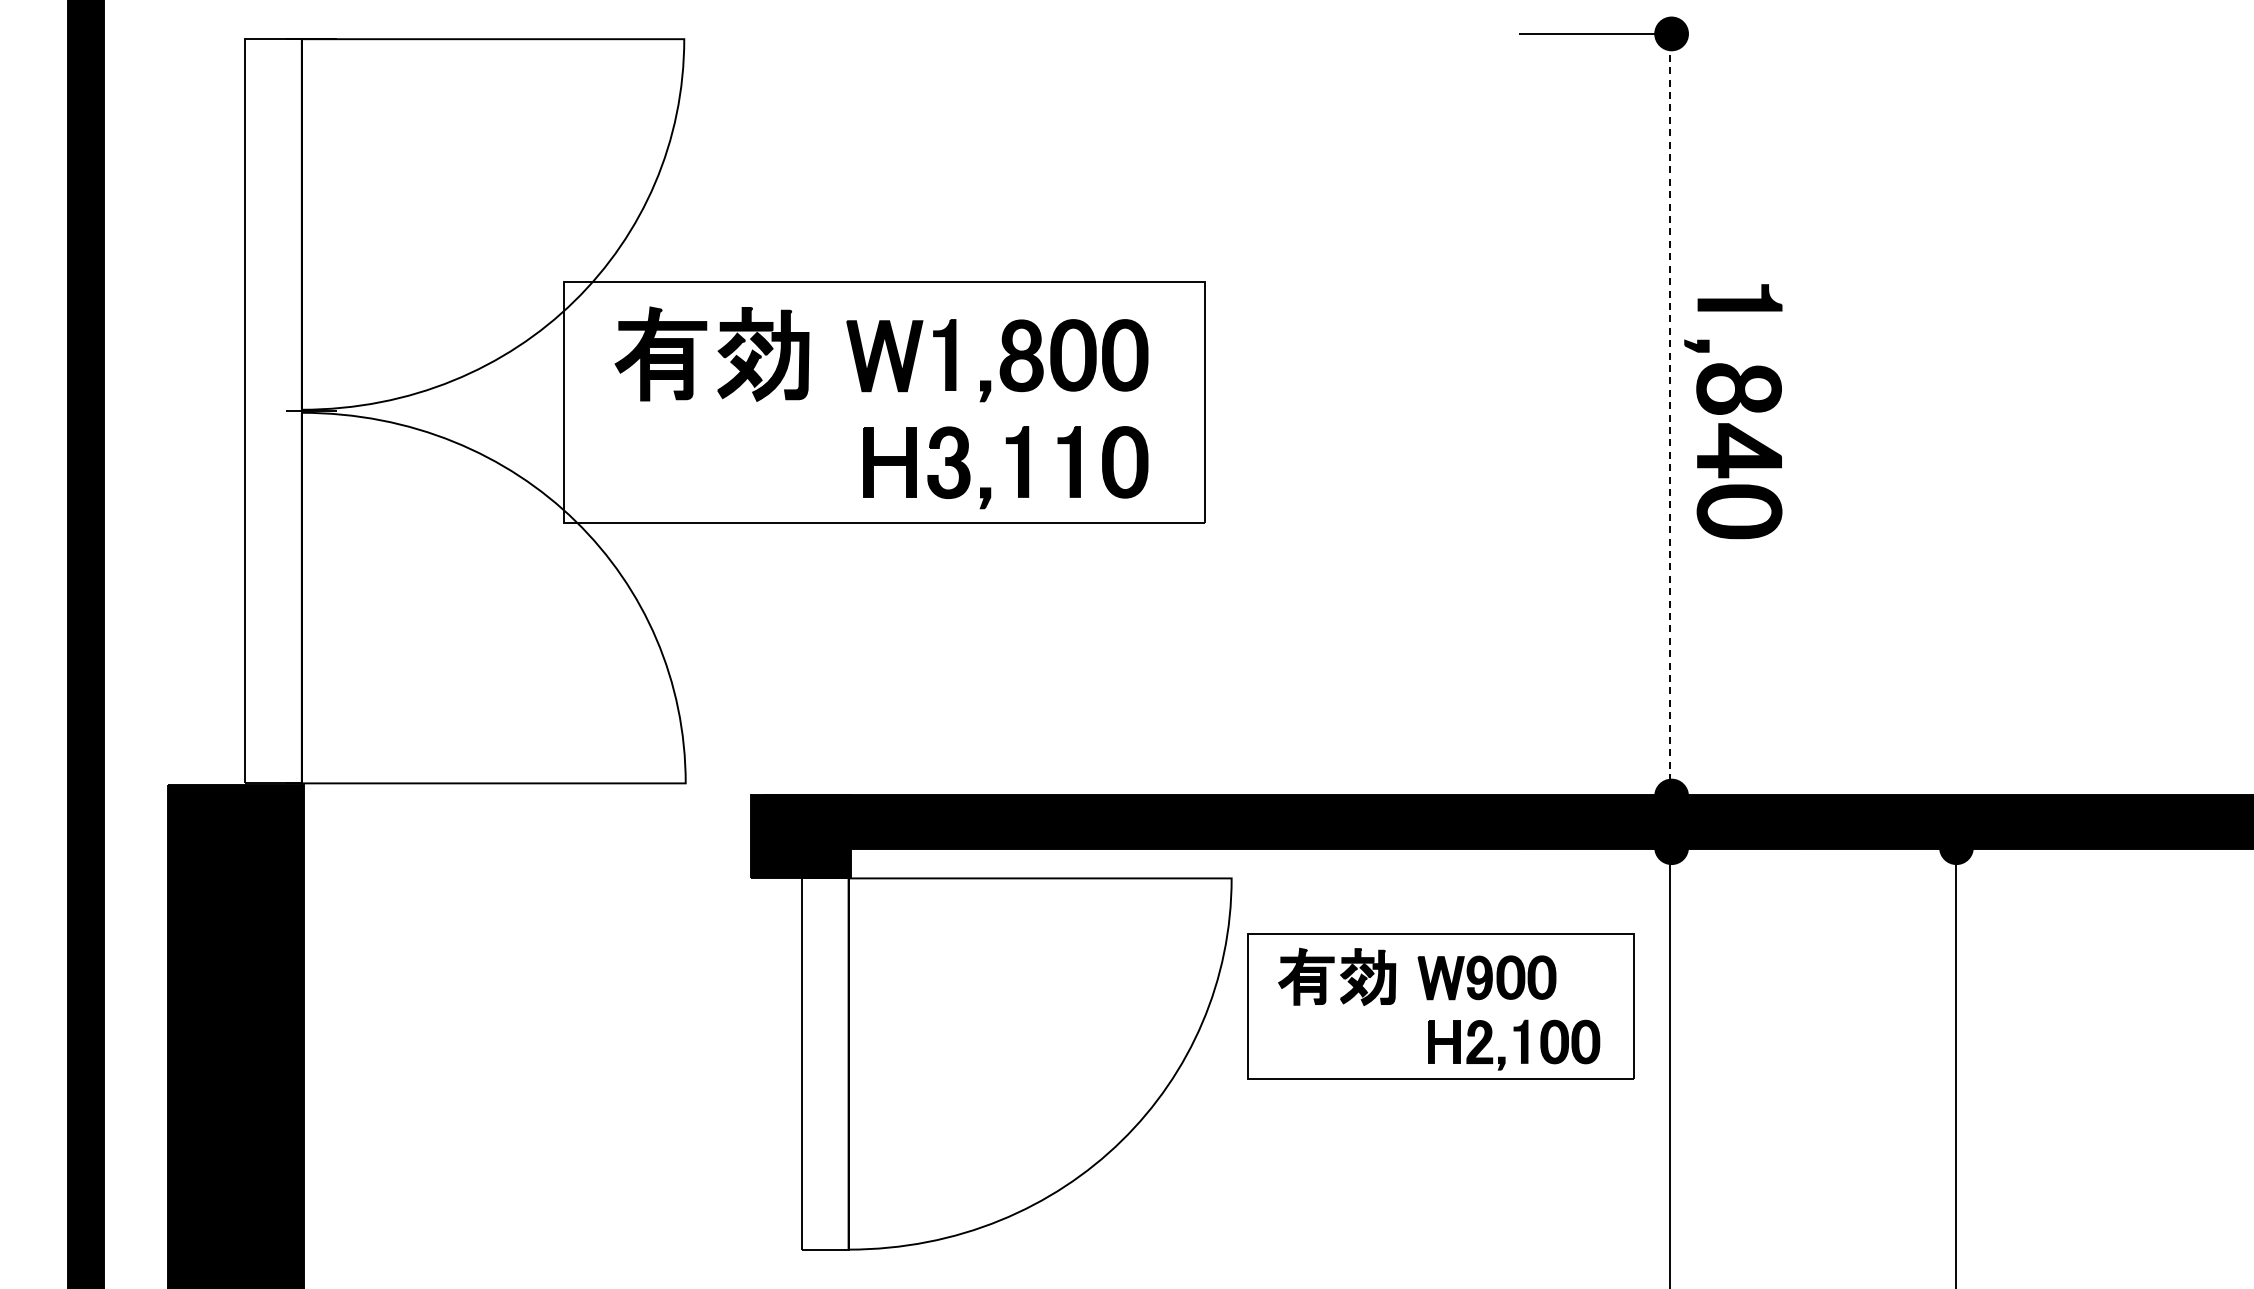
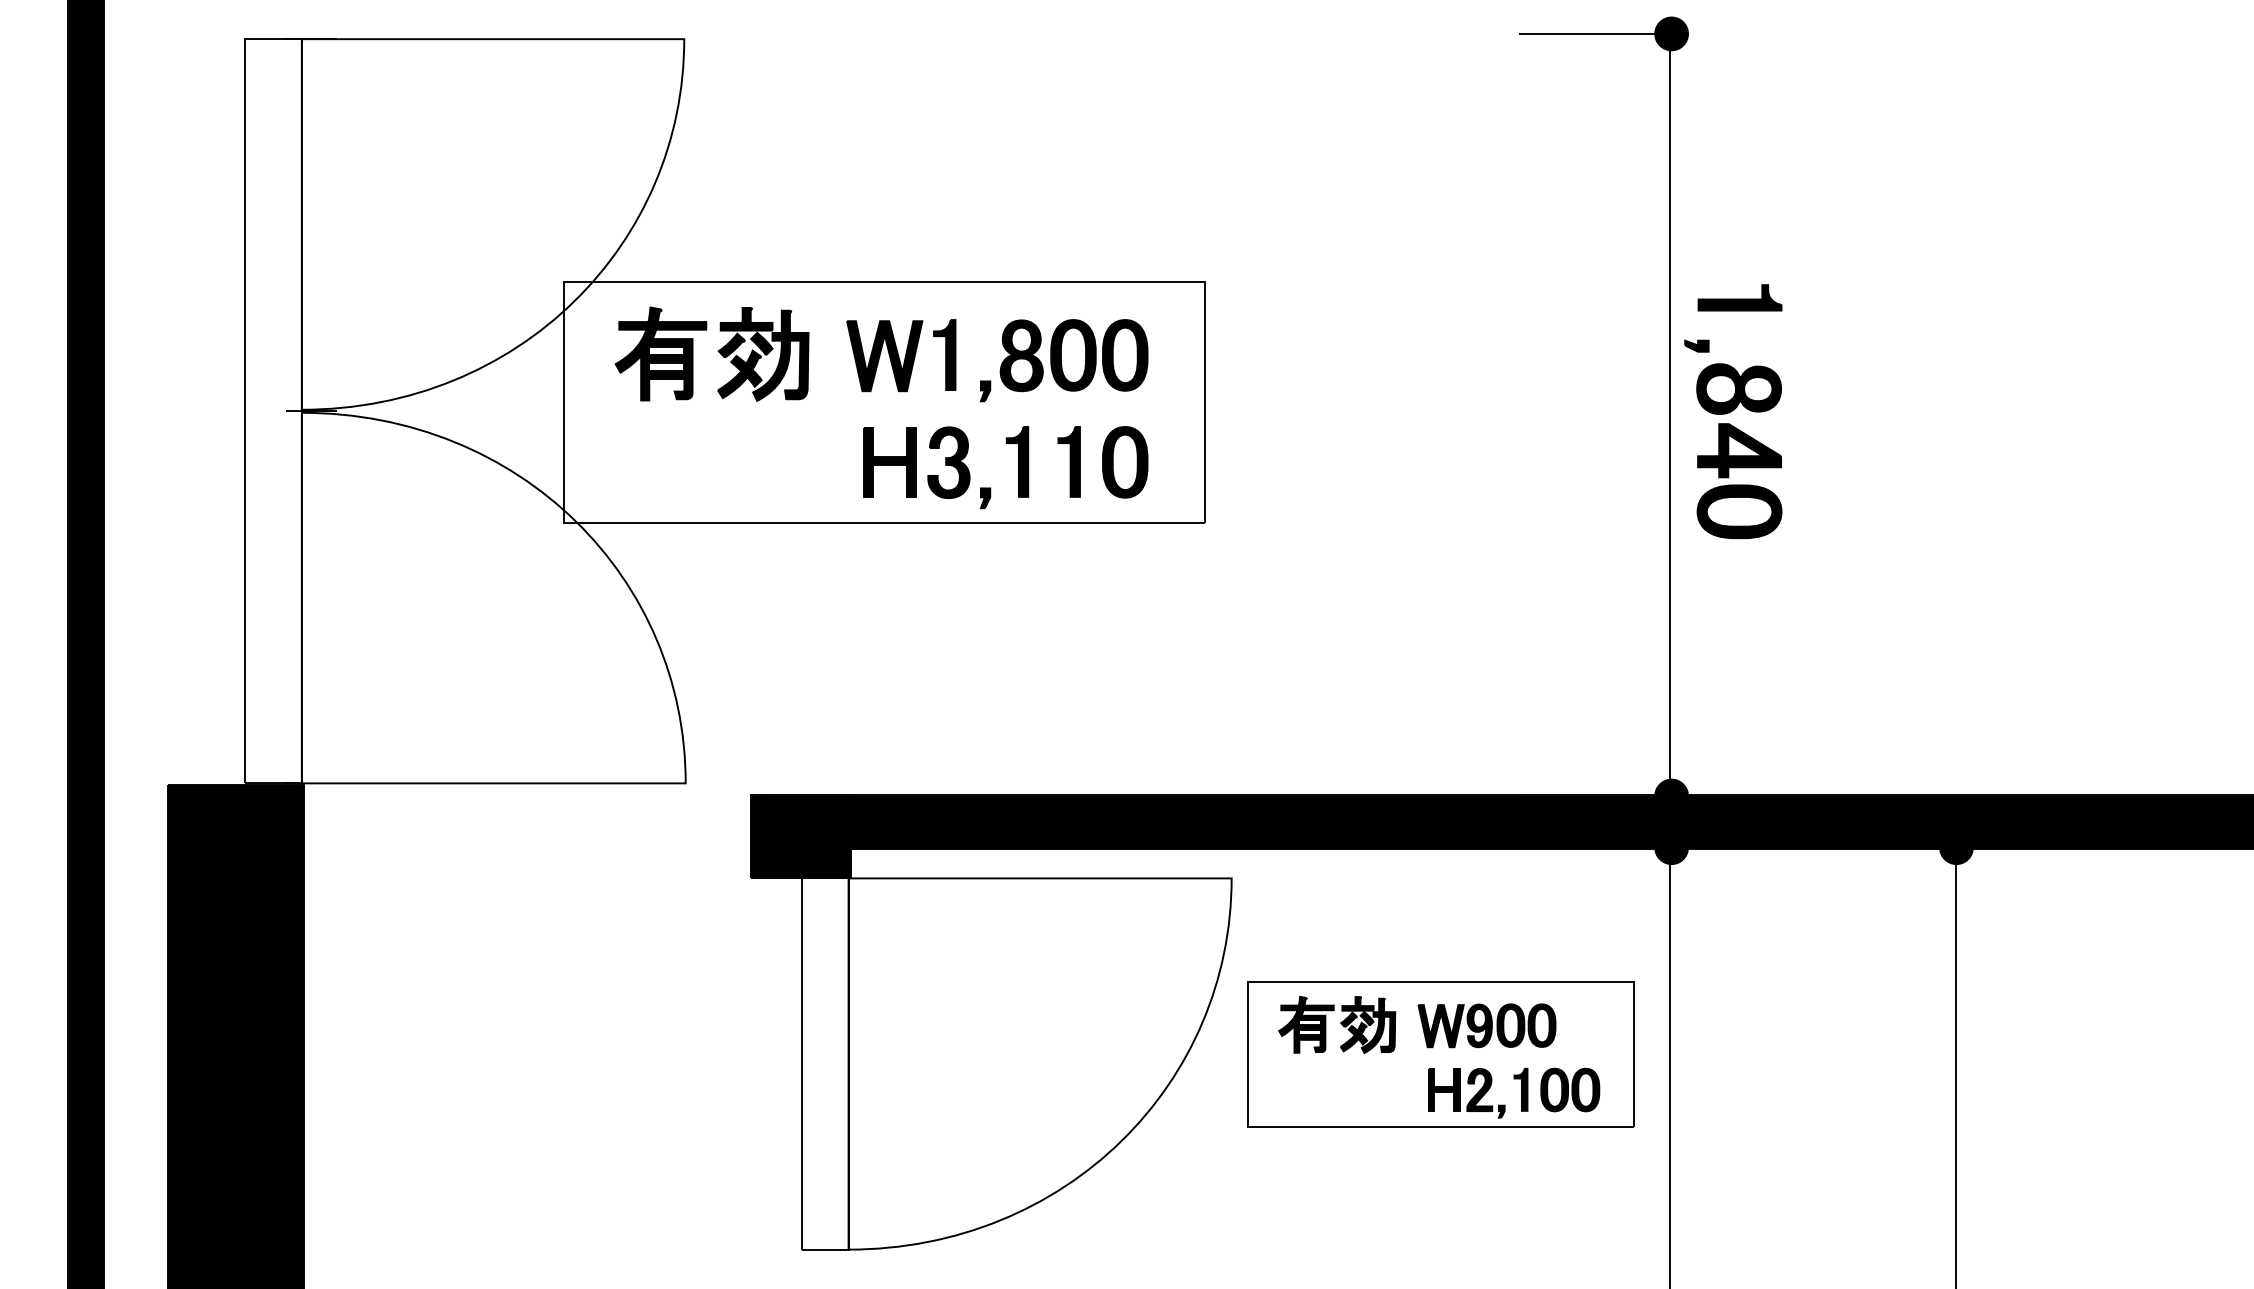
line at (1669, 415): dashed -> solid
part at (1440, 1006) position: (1440, 1006) -> (1440, 1054)
